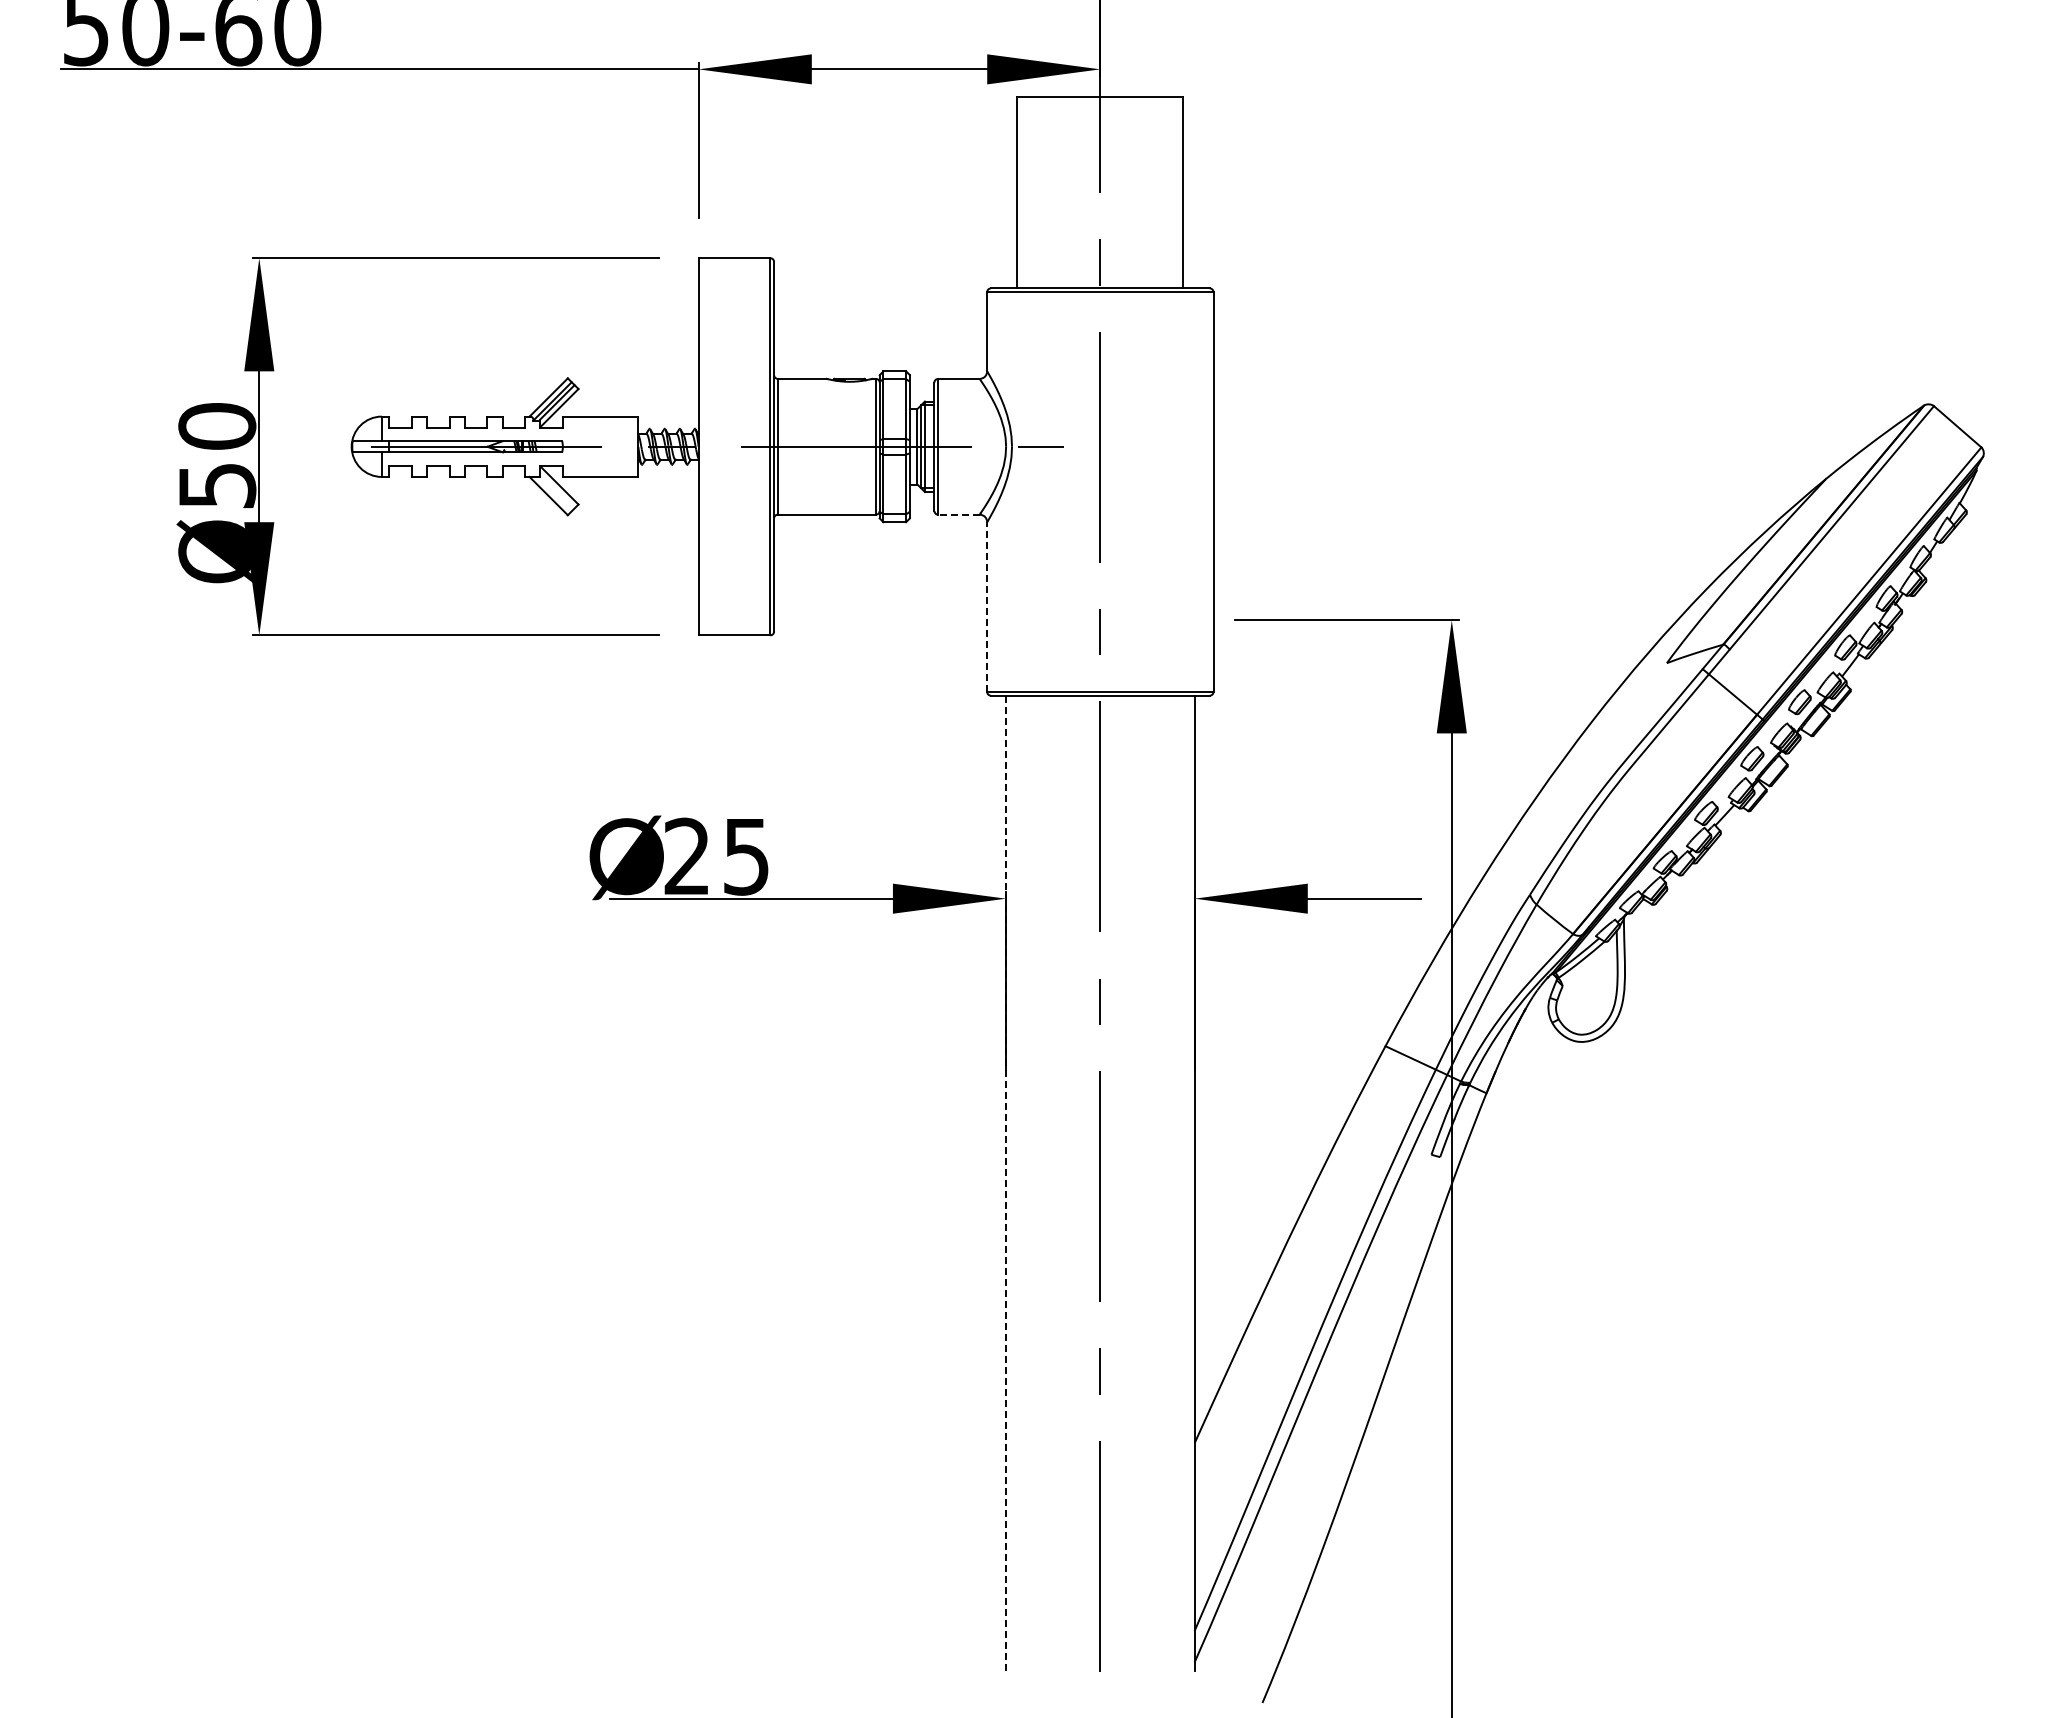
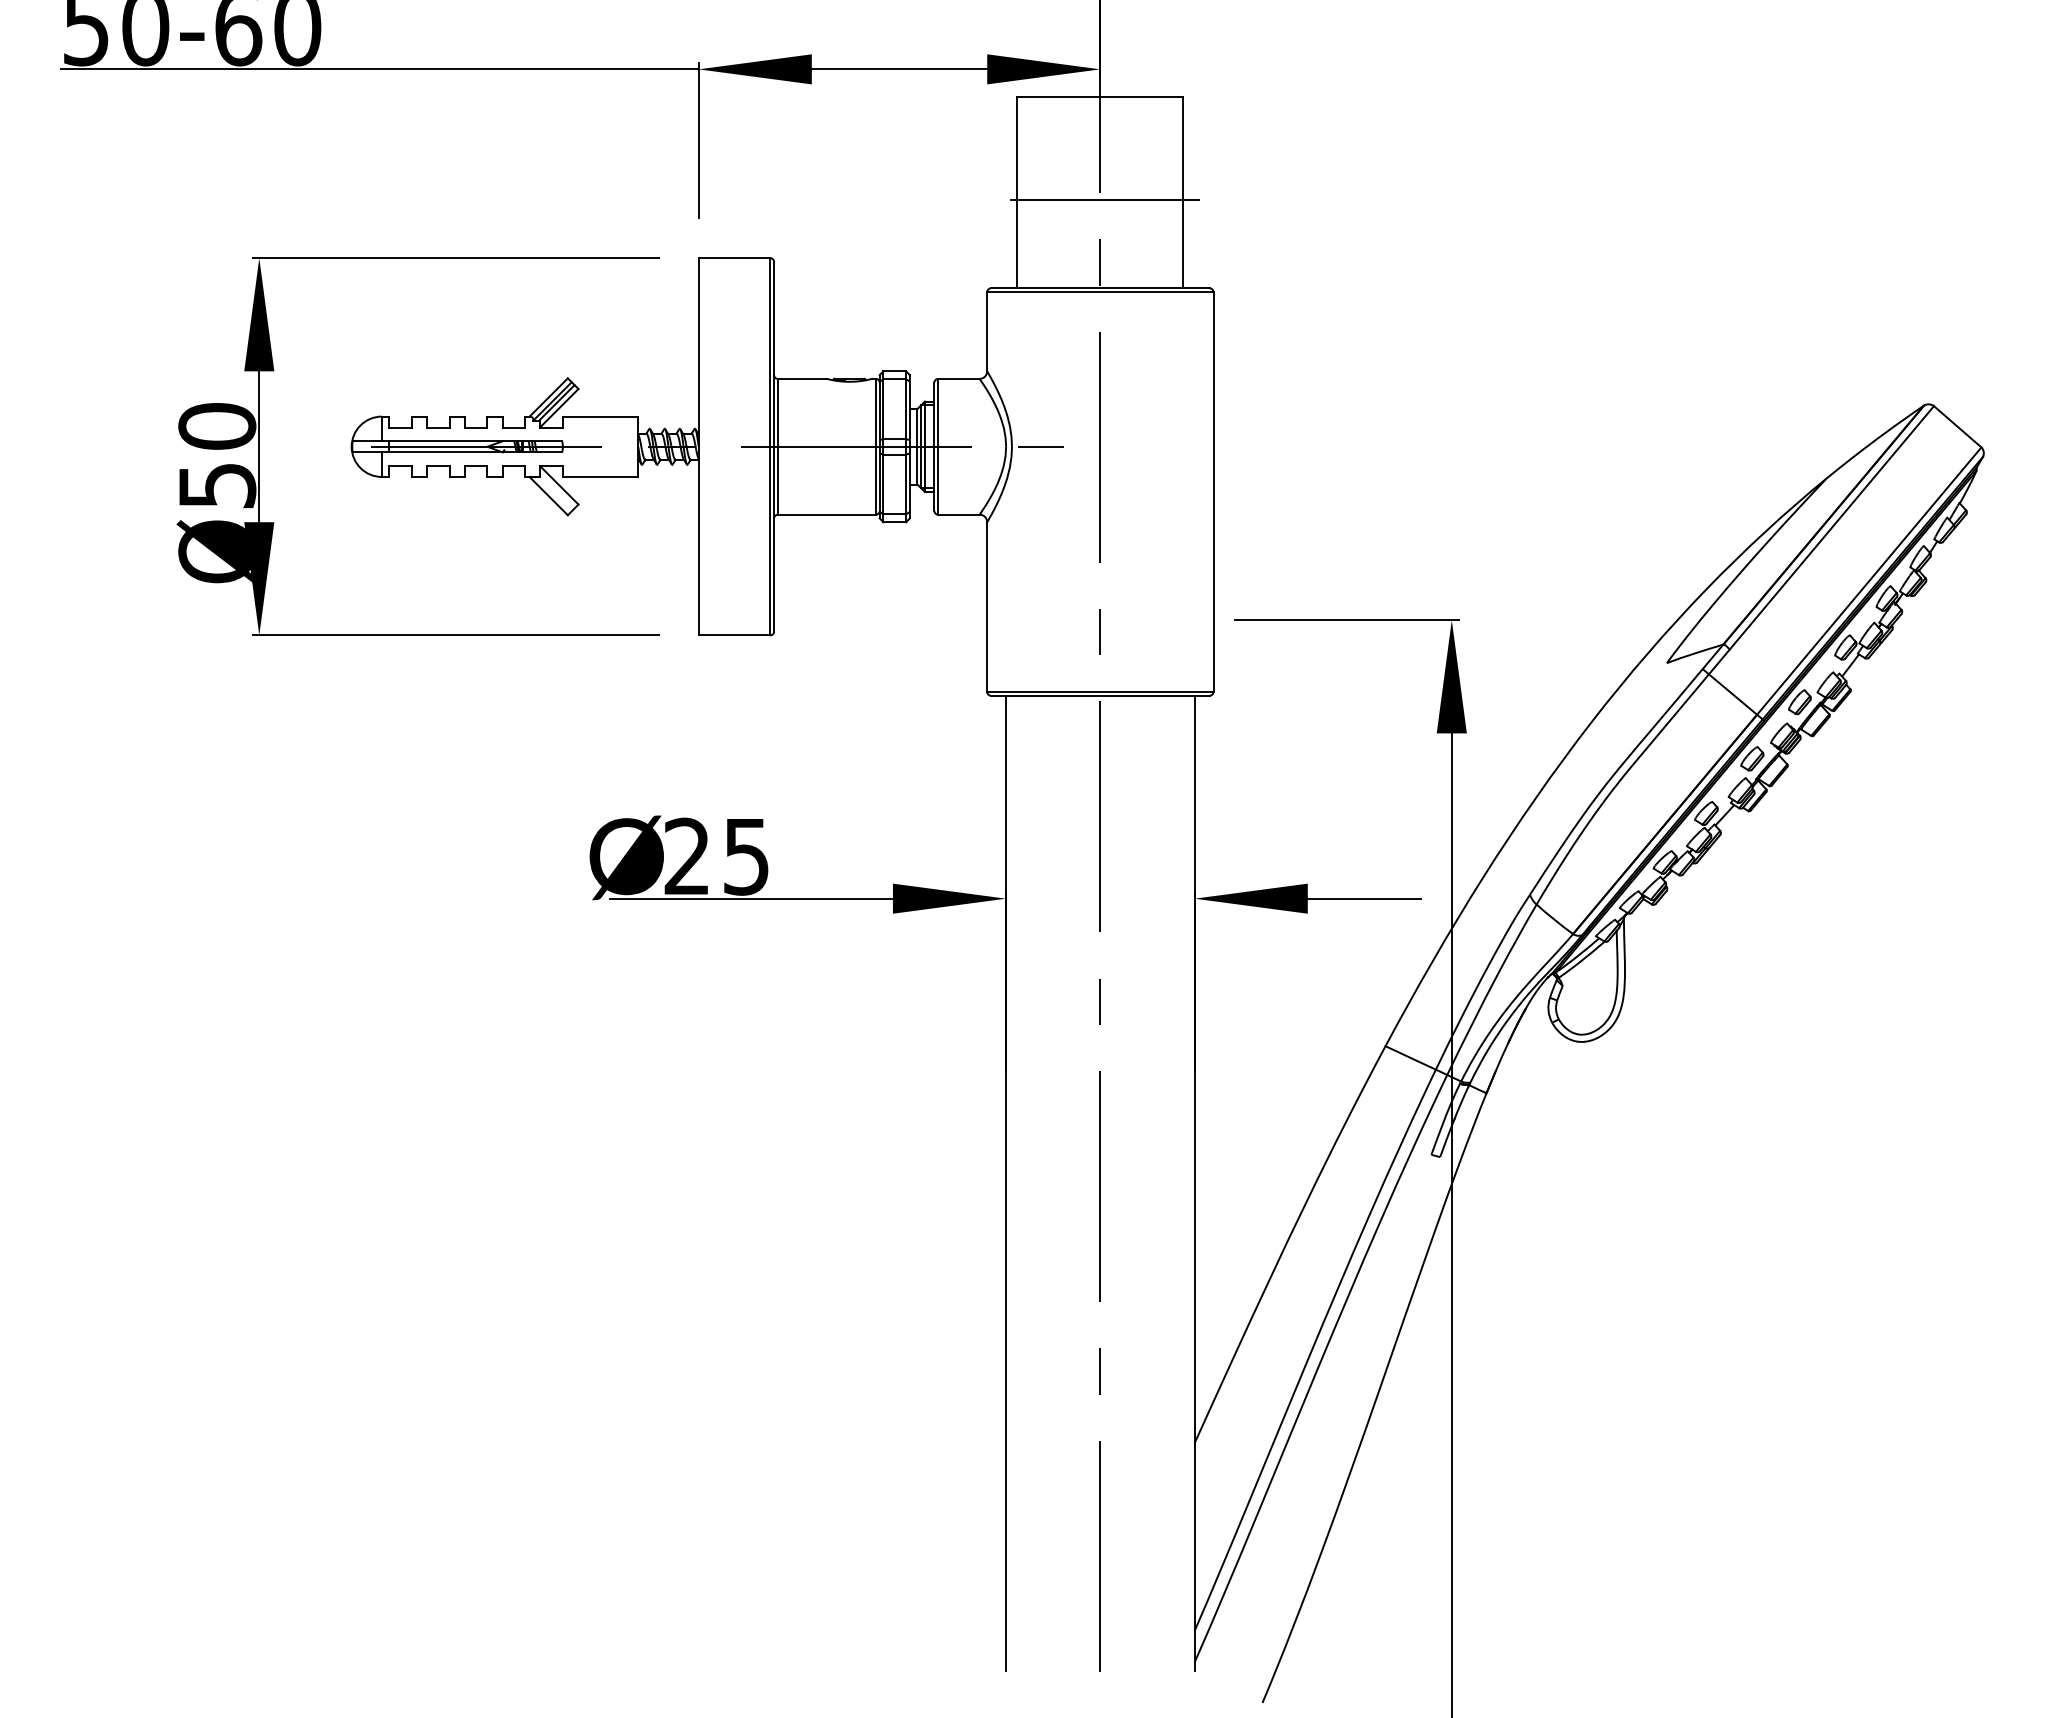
line at (1104, 199): none -> present
line at (958, 514): dashed -> solid
line at (987, 607): dashed -> solid
line at (1006, 1183): dashed -> solid
